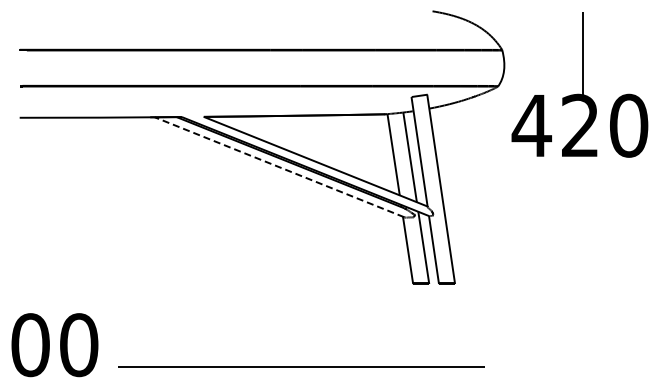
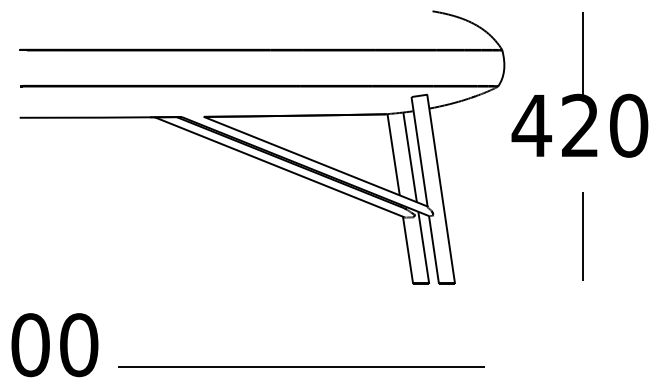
line at (278, 167): dashed -> solid
line at (582, 236): none -> present
